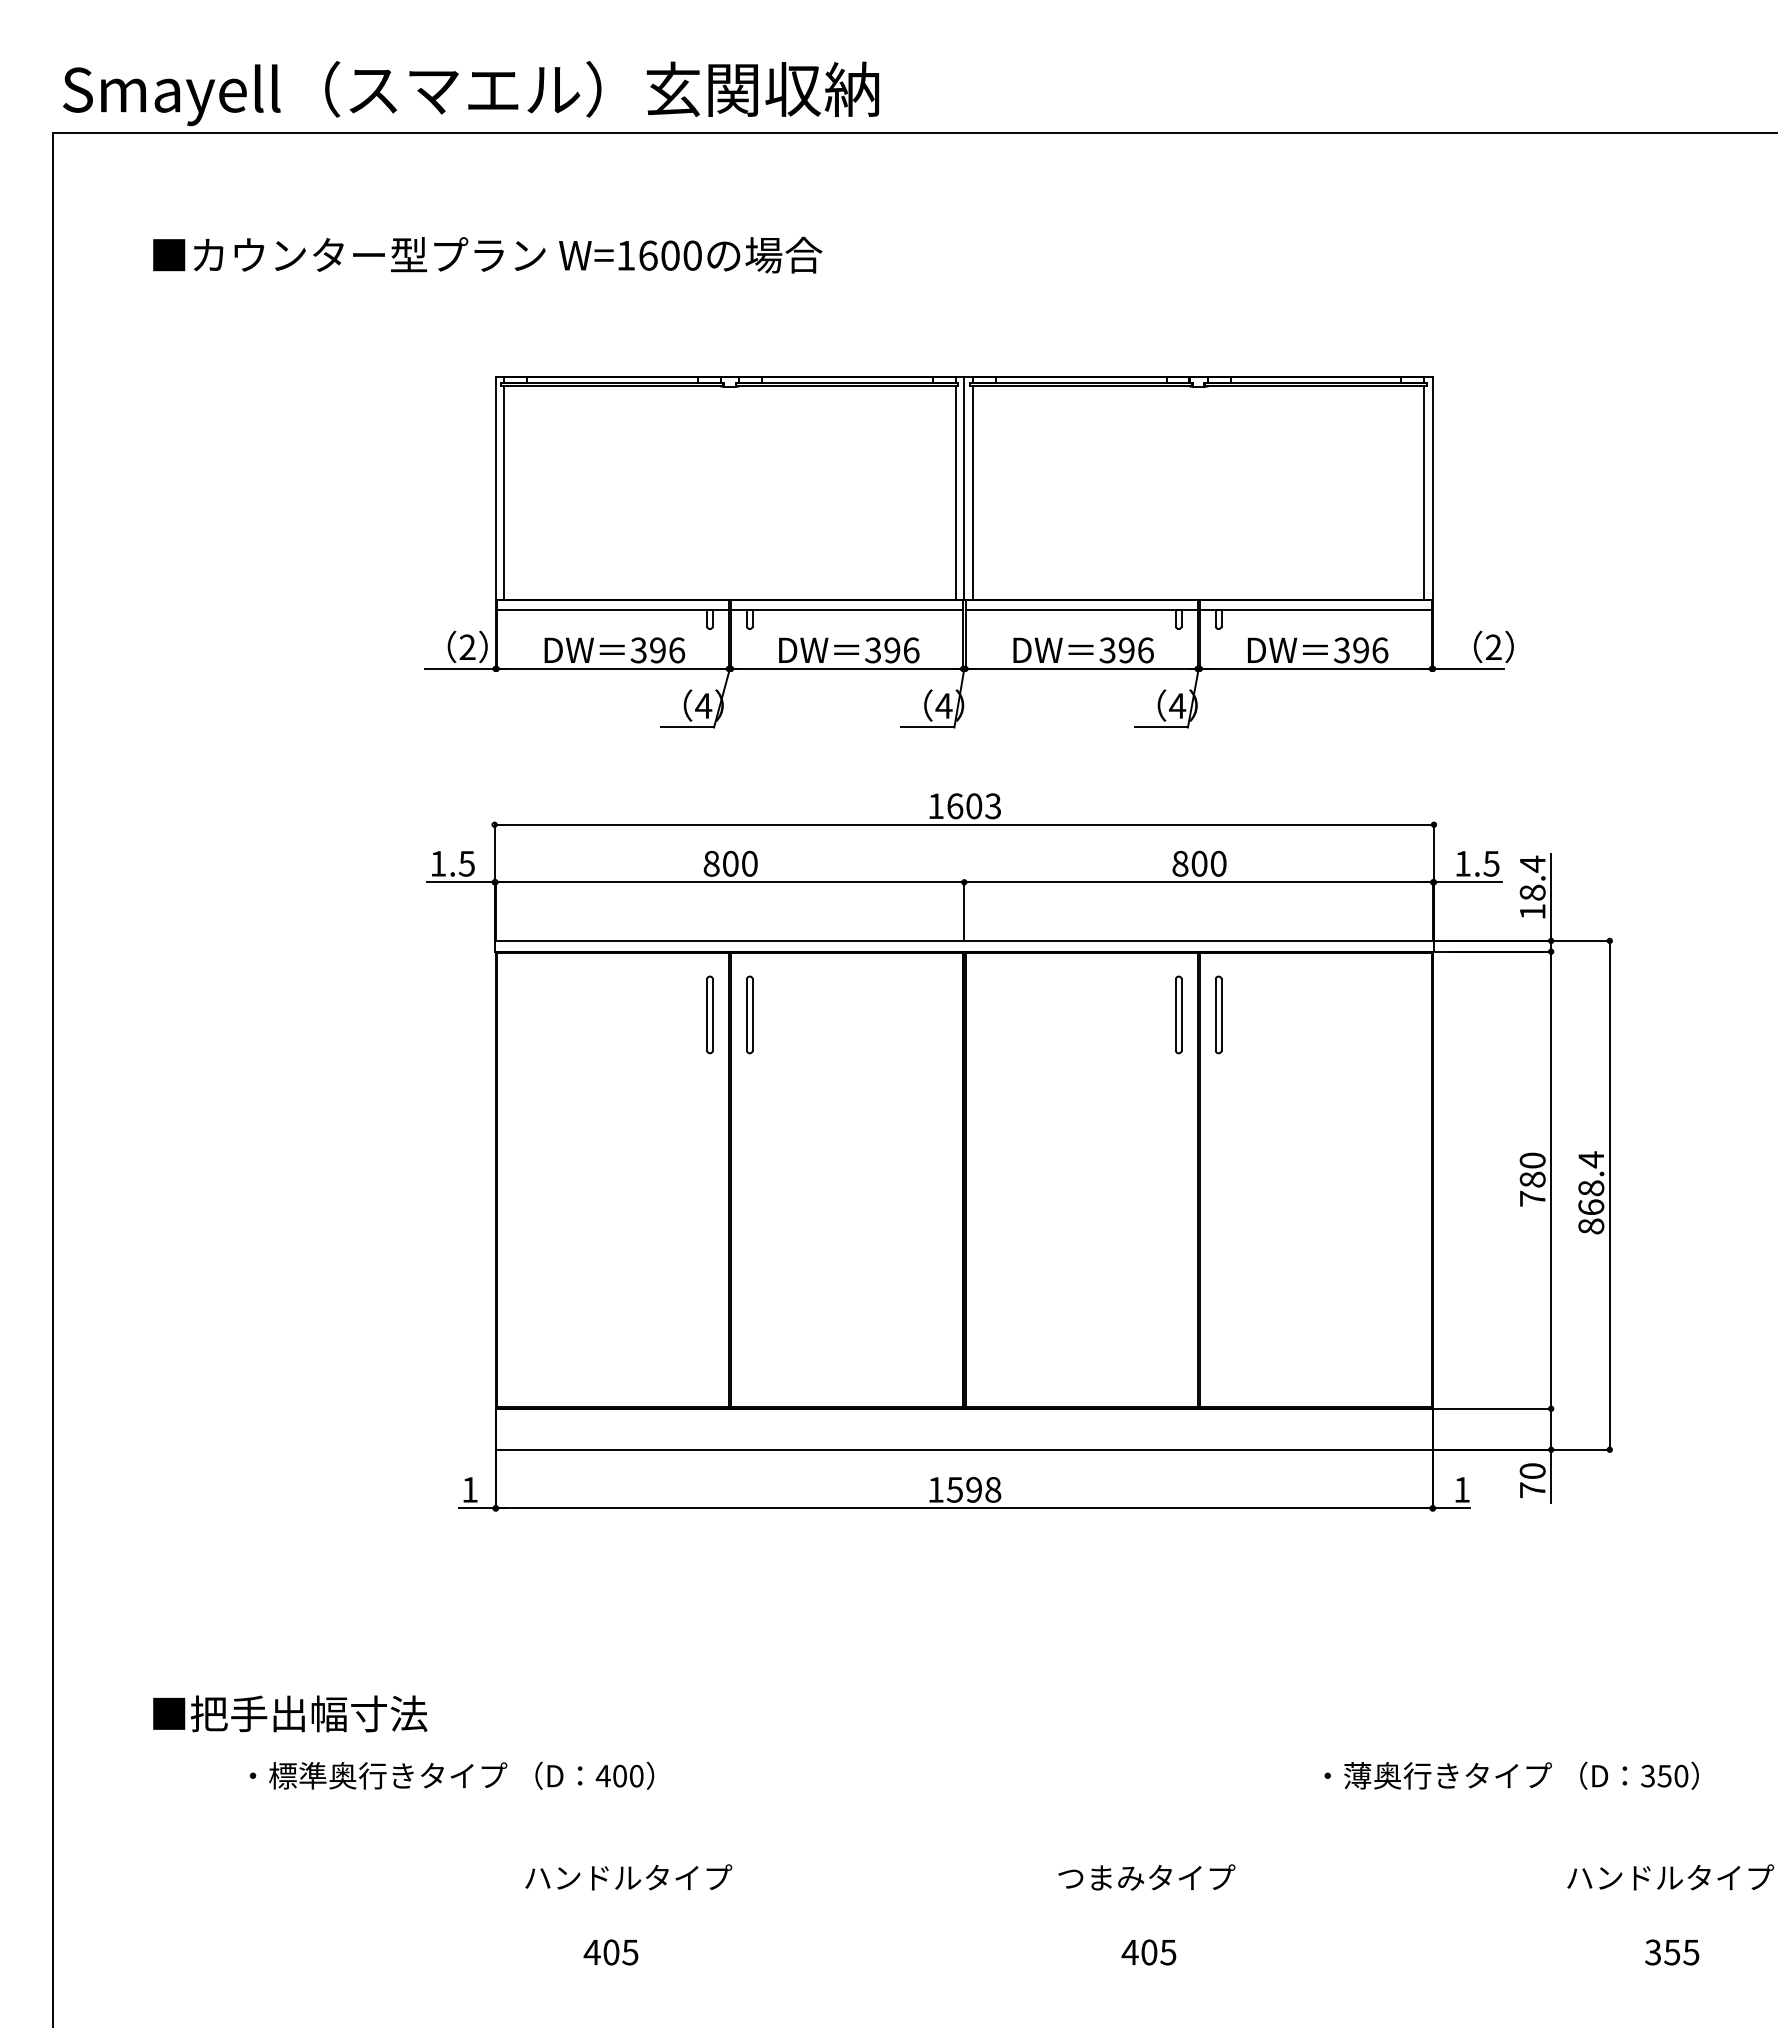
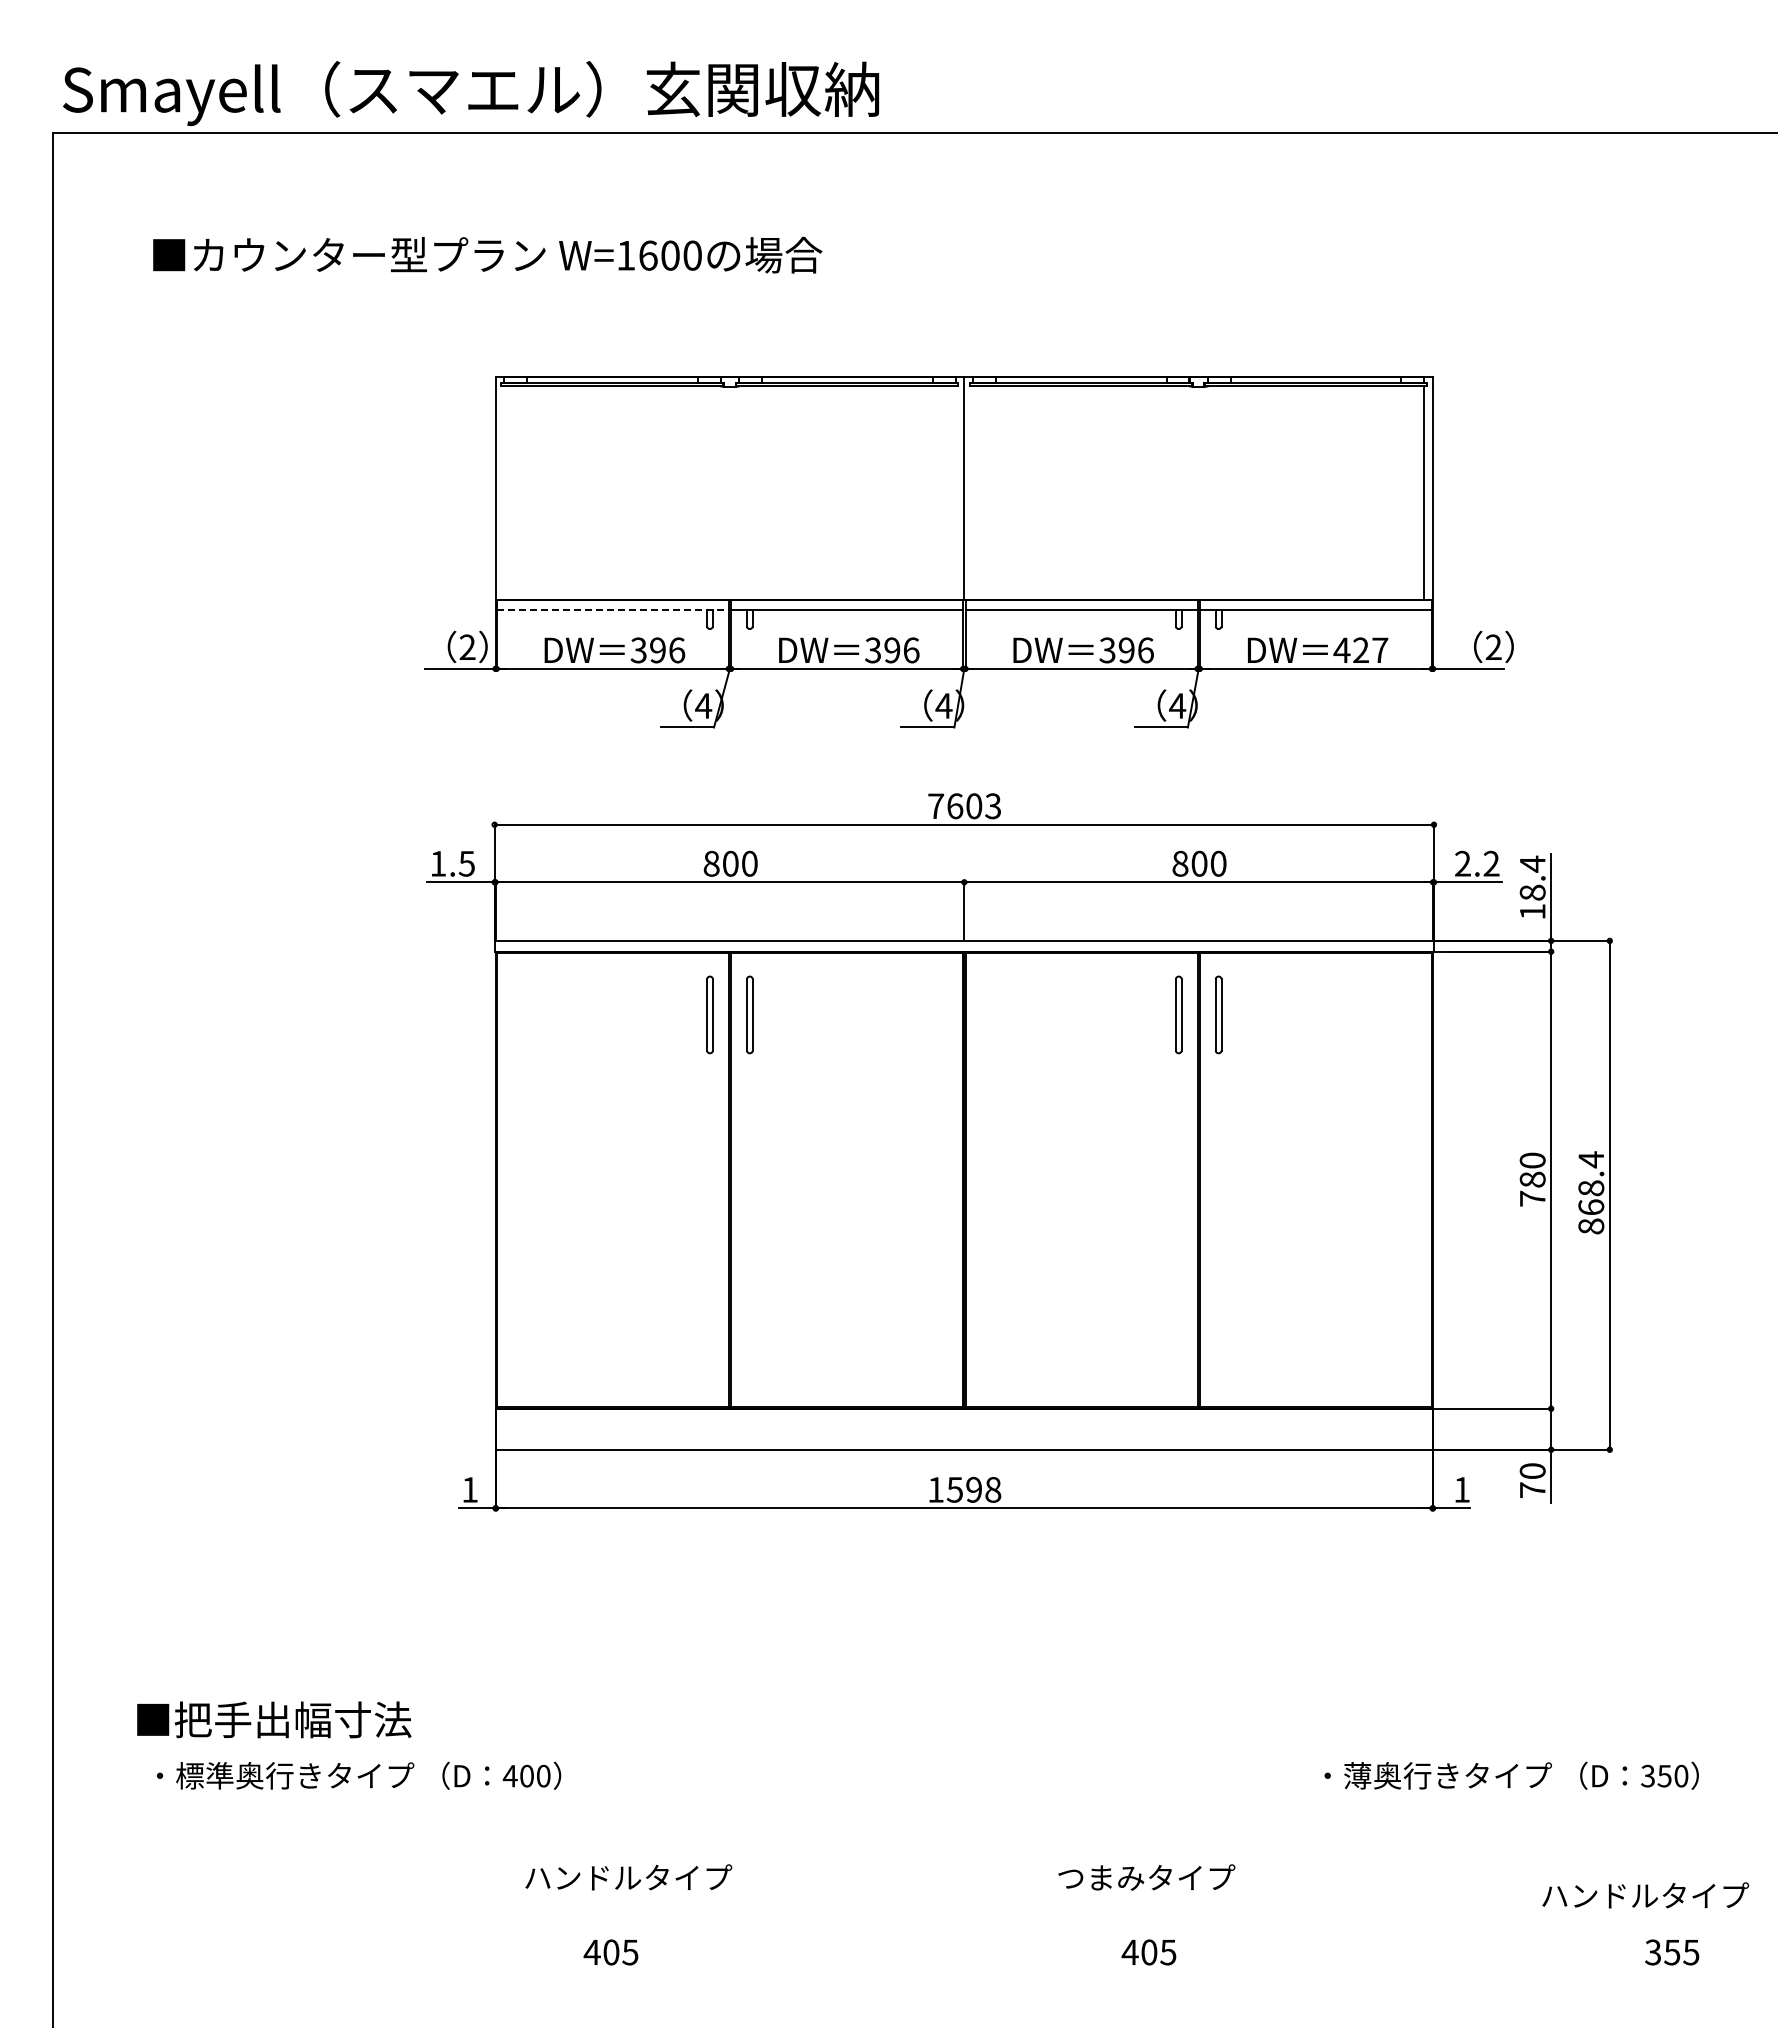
line at (504, 492): present -> none
line at (955, 492): present -> none
line at (973, 492): present -> none
line at (613, 610): solid -> dashed
text at (1360, 650): 396 -> 427
text at (936, 805): 1603 -> 7603
text at (1477, 863): 1.5 -> 2.2
text at (290, 1713) position: (290, 1713) -> (274, 1719)
text at (452, 1775) position: (452, 1775) -> (359, 1775)
text at (1670, 1877) position: (1670, 1877) -> (1645, 1895)
